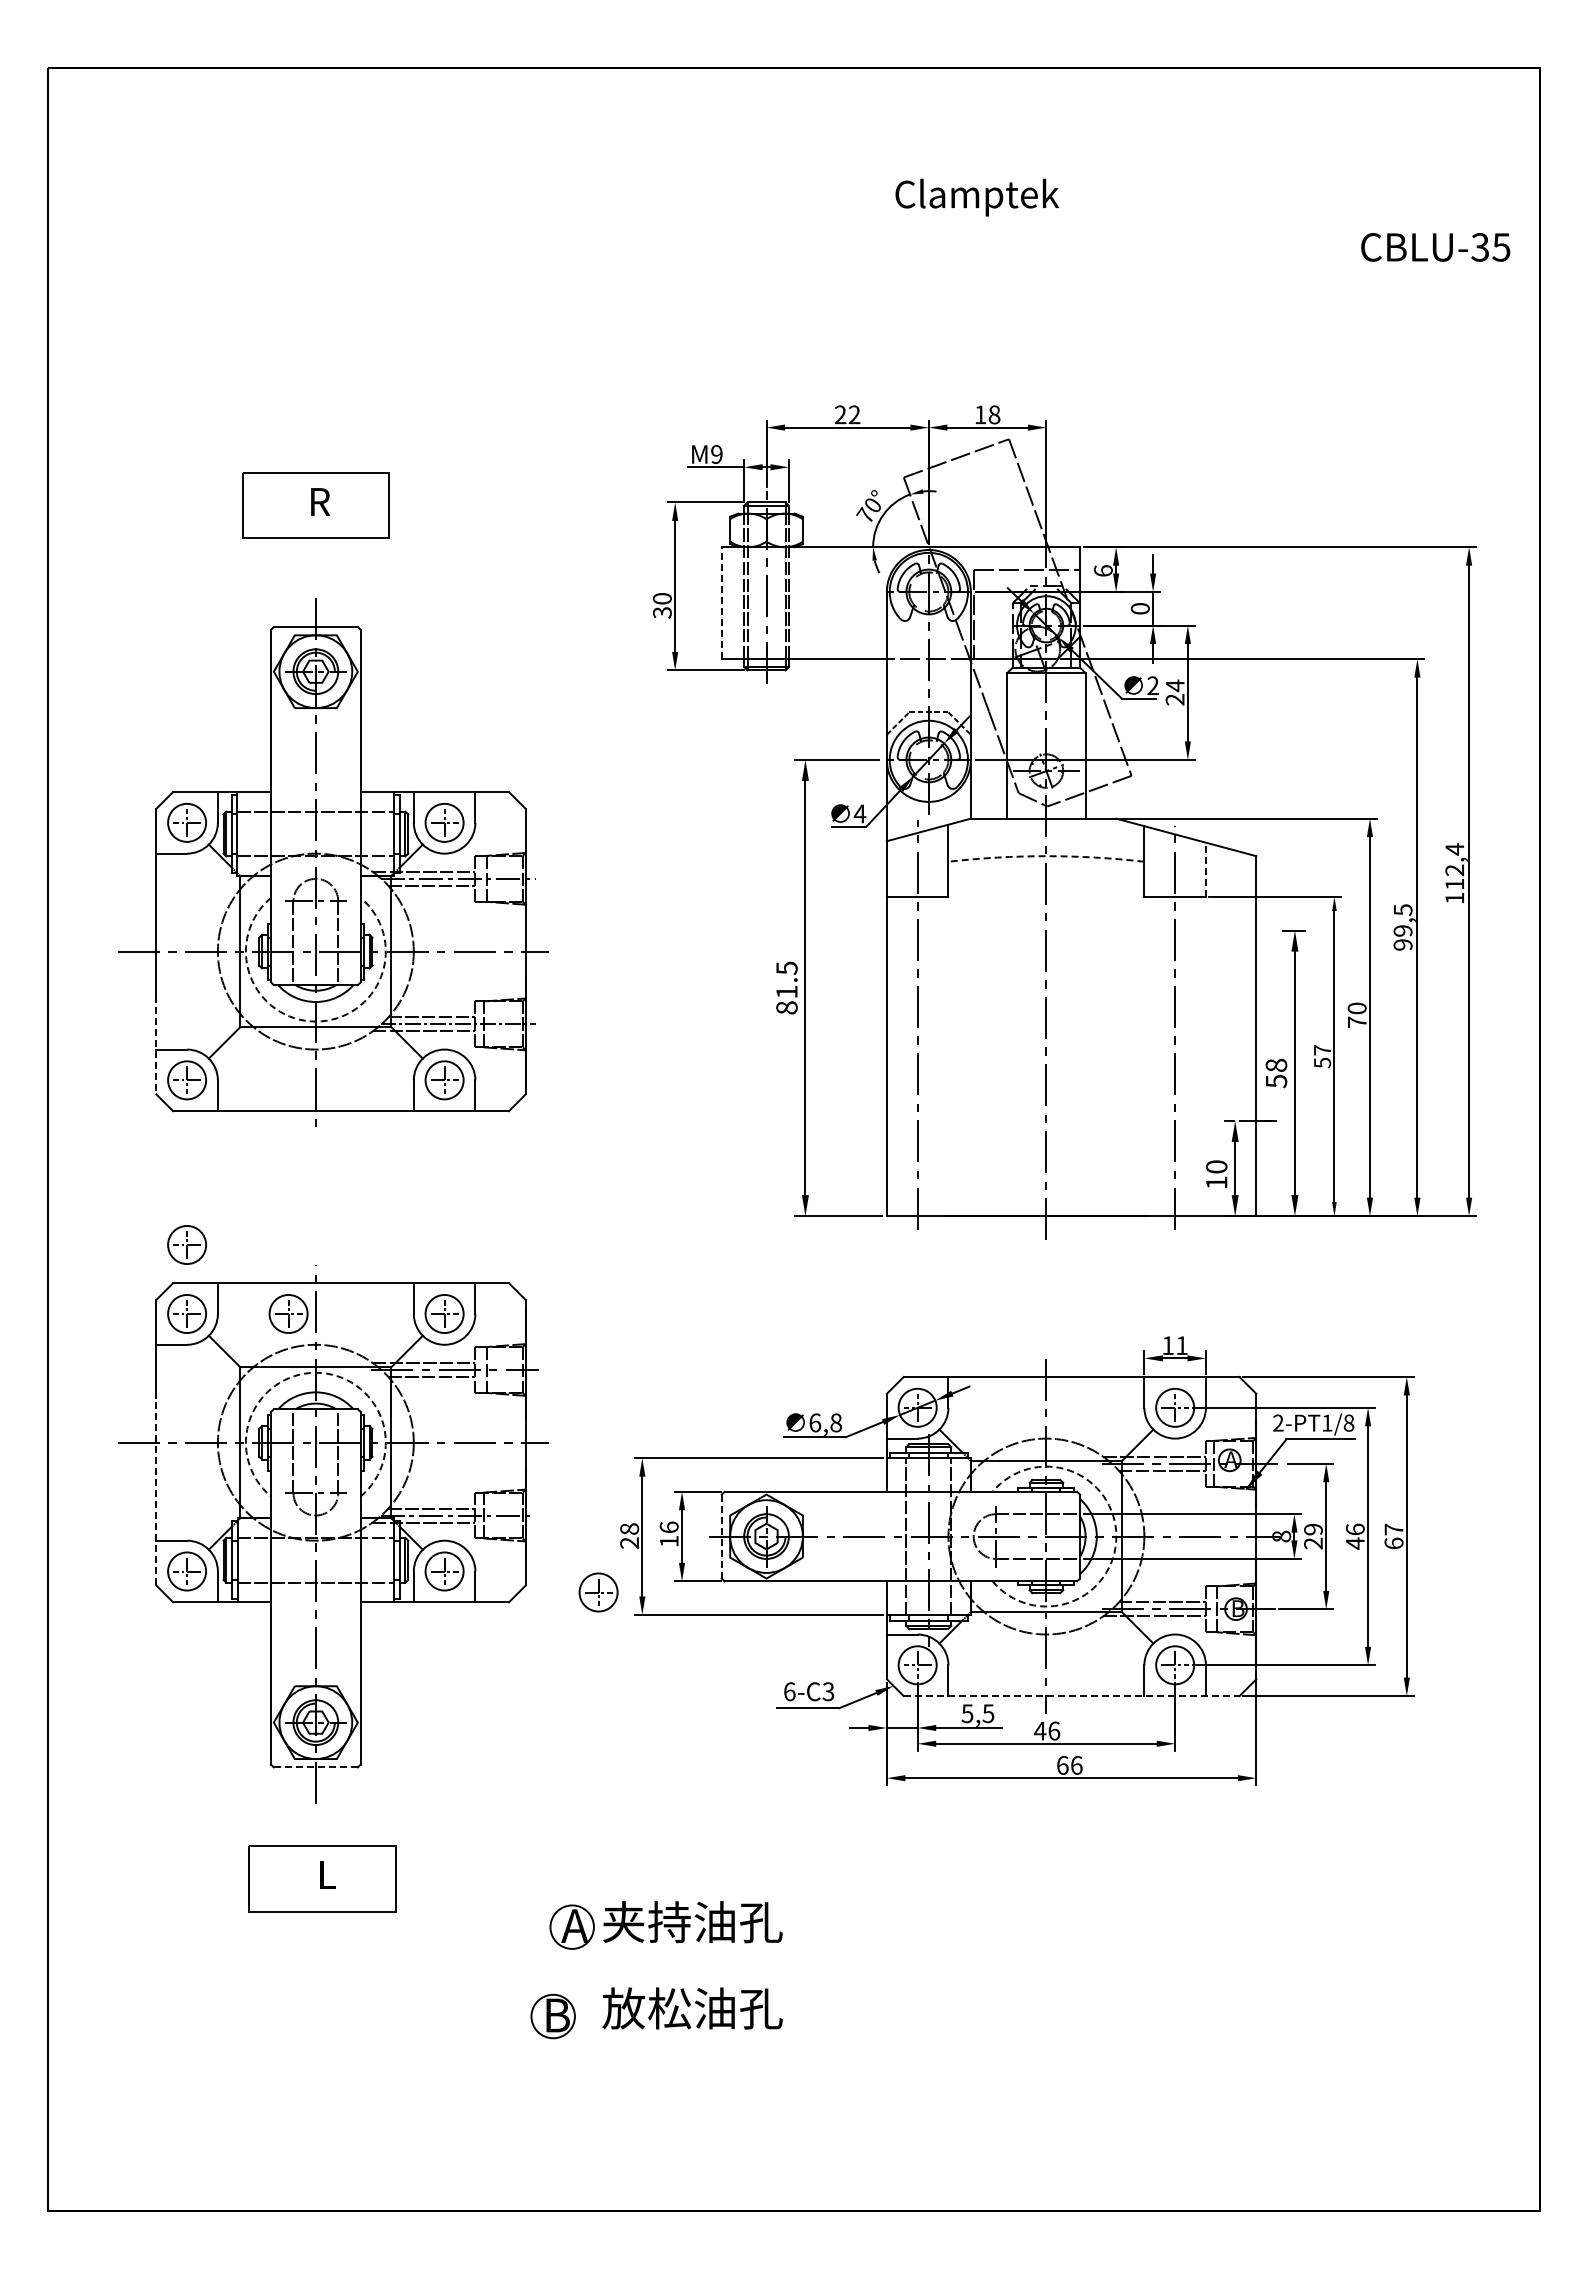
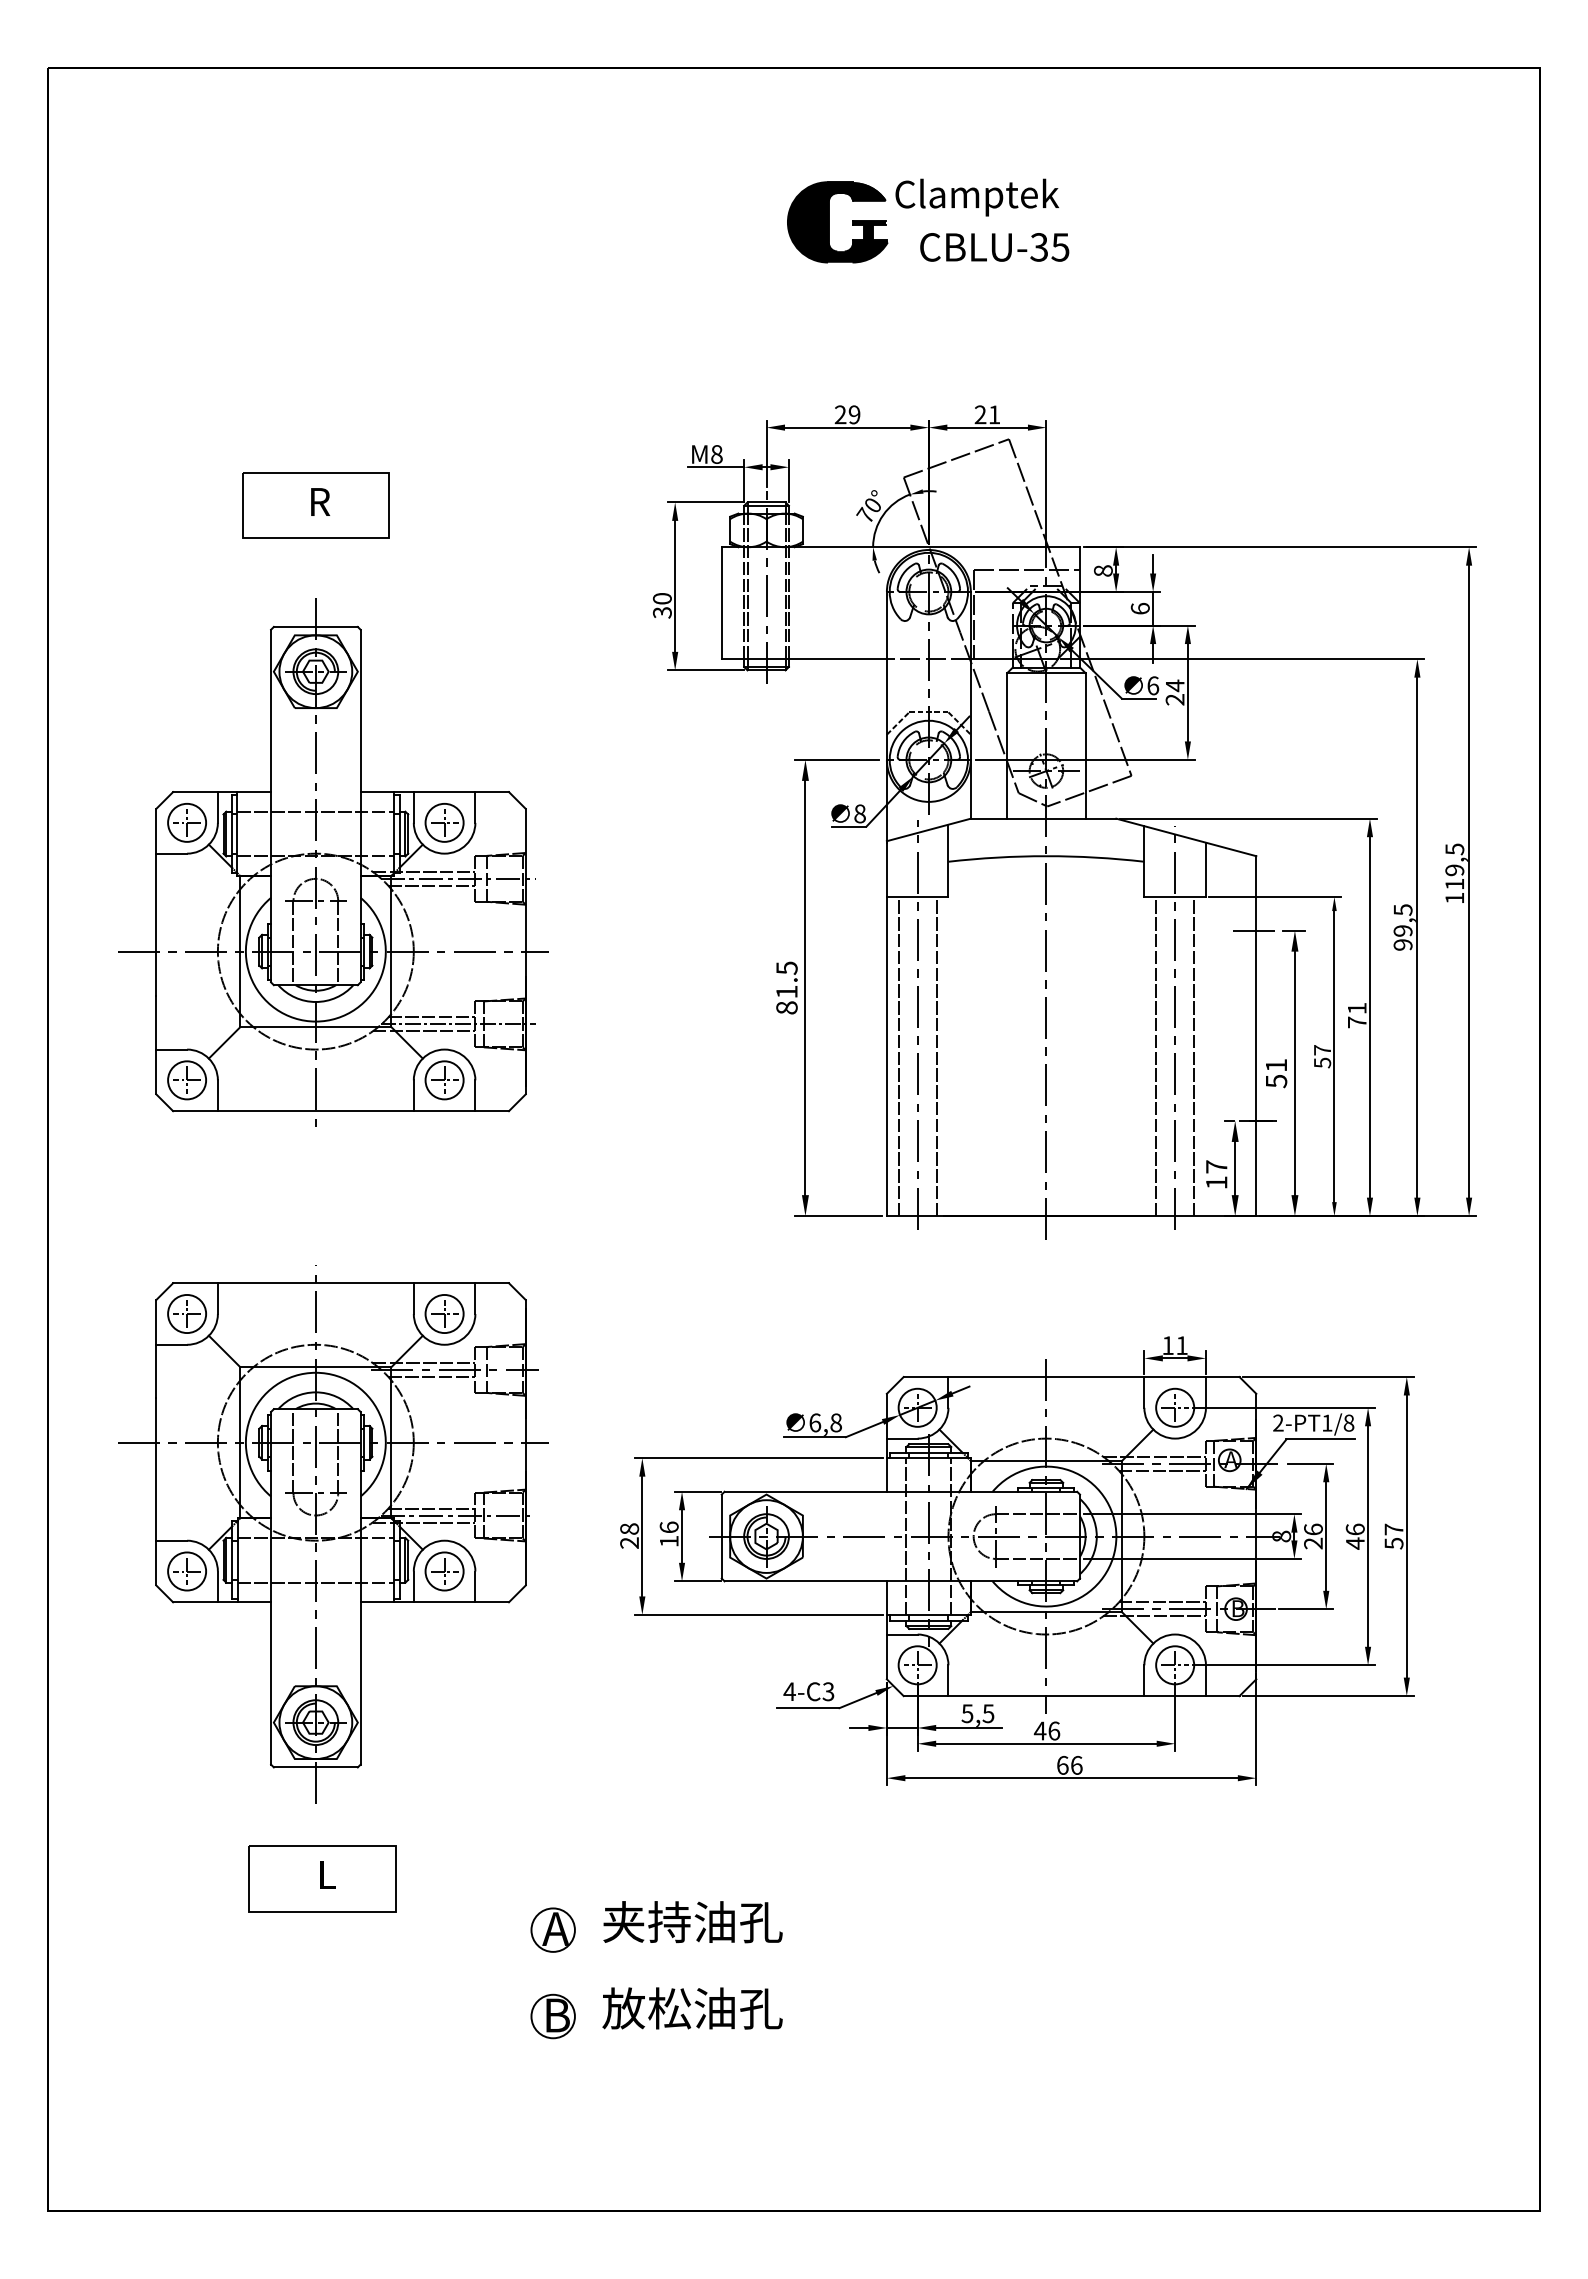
part at (829, 222): none -> present
text at (1435, 247) position: (1435, 247) -> (994, 247)
text at (987, 414): 18 -> 21
text at (854, 415): 22 -> 29
text at (716, 454): M9 -> M8
text at (1102, 570): 6 -> 8
line at (721, 603): dashed -> solid
text at (1139, 608): 0 -> 6
text at (1153, 685): 2 -> 6
text at (859, 813): 4 -> 8
arc at (1046, 856): dashed -> solid
text at (1454, 859): 112,4 -> 119,5
line at (1205, 869): dashed -> solid
line at (1255, 930): none -> present
text at (1356, 1008): 70 -> 71
arc at (315, 1021): dashed -> solid
line at (156, 1045): dashed -> solid
line at (898, 1056): none -> present
line at (936, 1056): none -> present
line at (1156, 1056): none -> present
line at (1194, 1056): none -> present
text at (1276, 1064): 58 -> 51
text at (1216, 1166): 10 -> 17
part at (186, 1244): present -> none
part at (288, 1313): present -> none
arc at (315, 1372): dashed -> solid
line at (156, 1491): dashed -> solid
text at (1313, 1529): 29 -> 26
line at (721, 1536): dashed -> solid
arc at (1116, 1536): dashed -> solid
text at (1393, 1543): 67 -> 57
part at (598, 1592): present -> none
text at (789, 1691): 6-C3 -> 4-C3
line at (1071, 1696): dashed -> solid
line at (315, 1767): dashed -> solid
part at (571, 1926) position: (571, 1926) -> (552, 1929)
